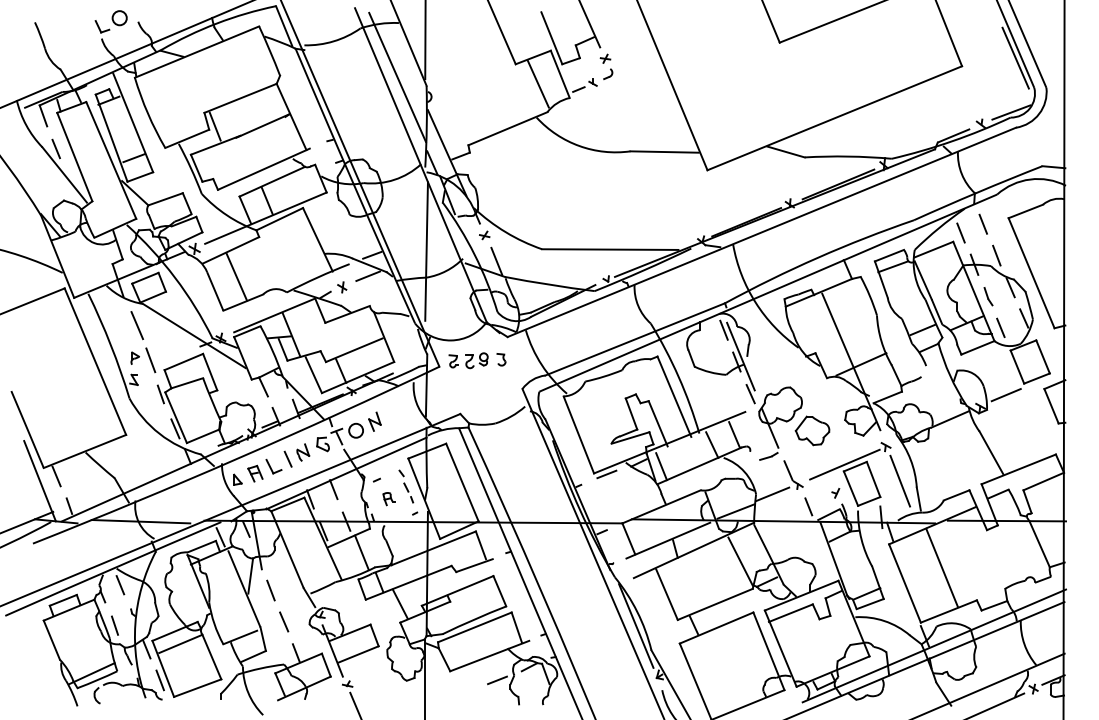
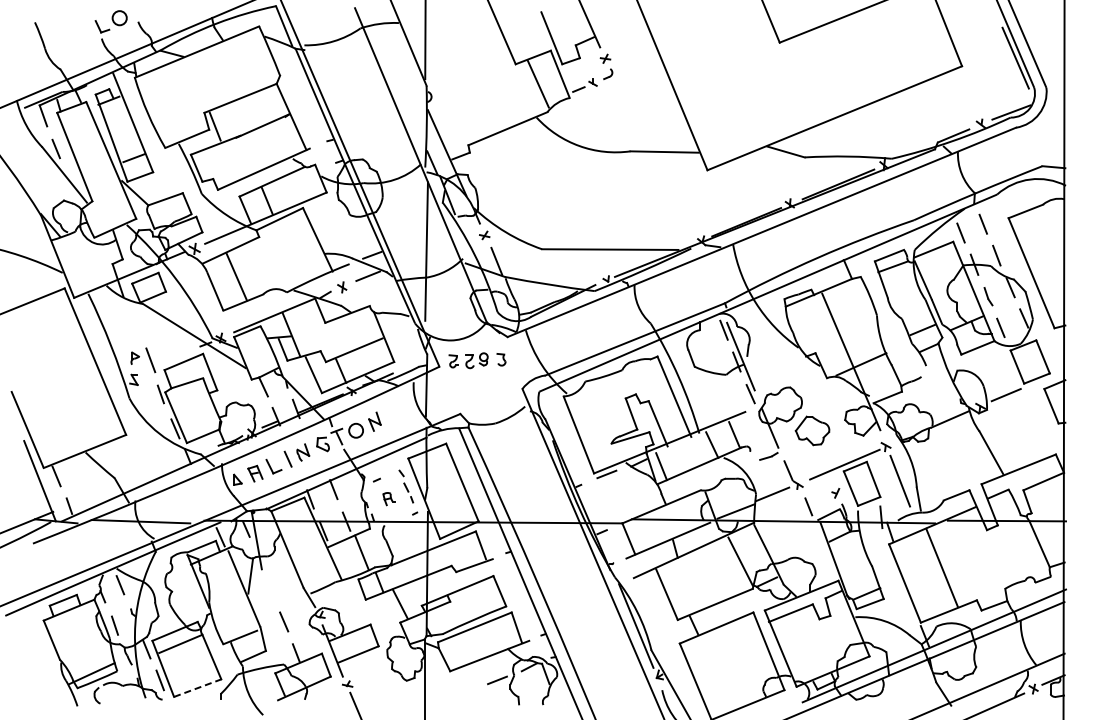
line at (397, 76): present -> none
line at (137, 325): present -> none
line at (270, 590): present -> none
line at (198, 687): solid -> dashed
